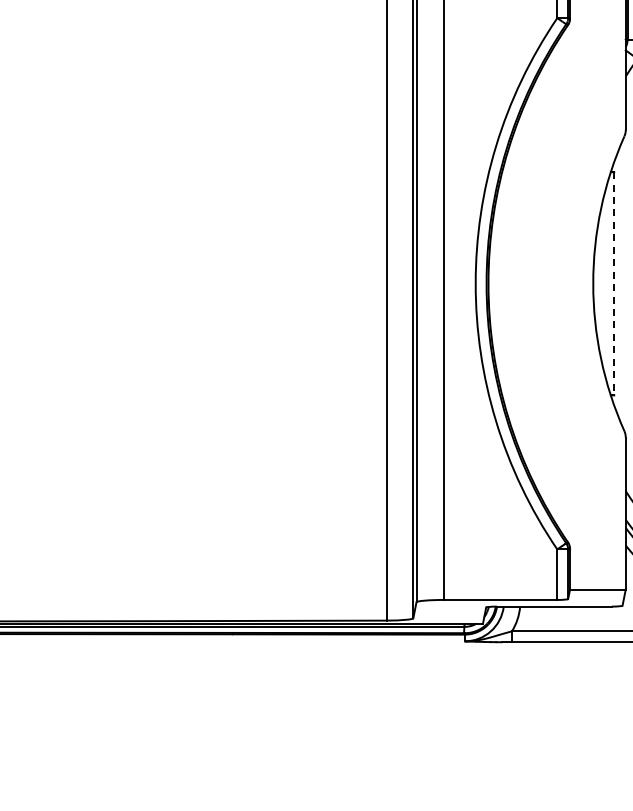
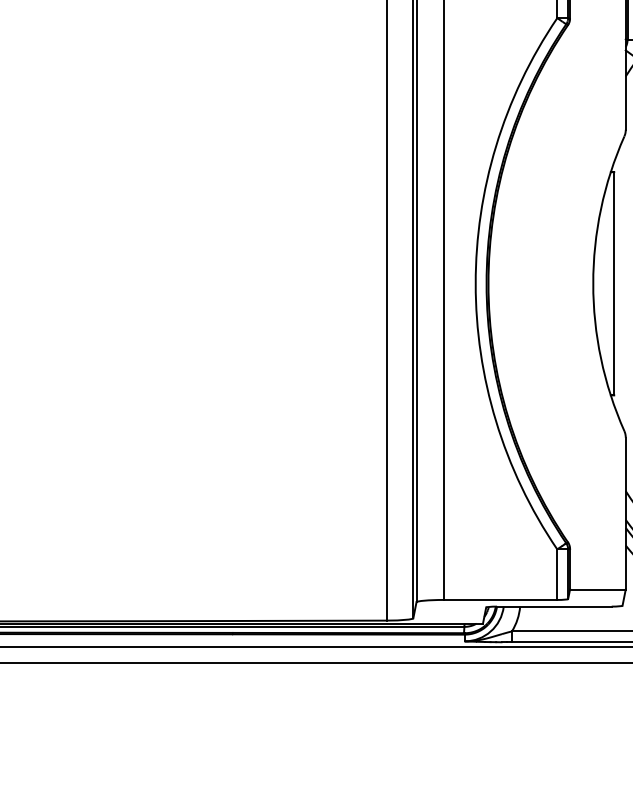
line at (614, 283): dashed -> solid
line at (315, 647): none -> present
line at (315, 663): none -> present
